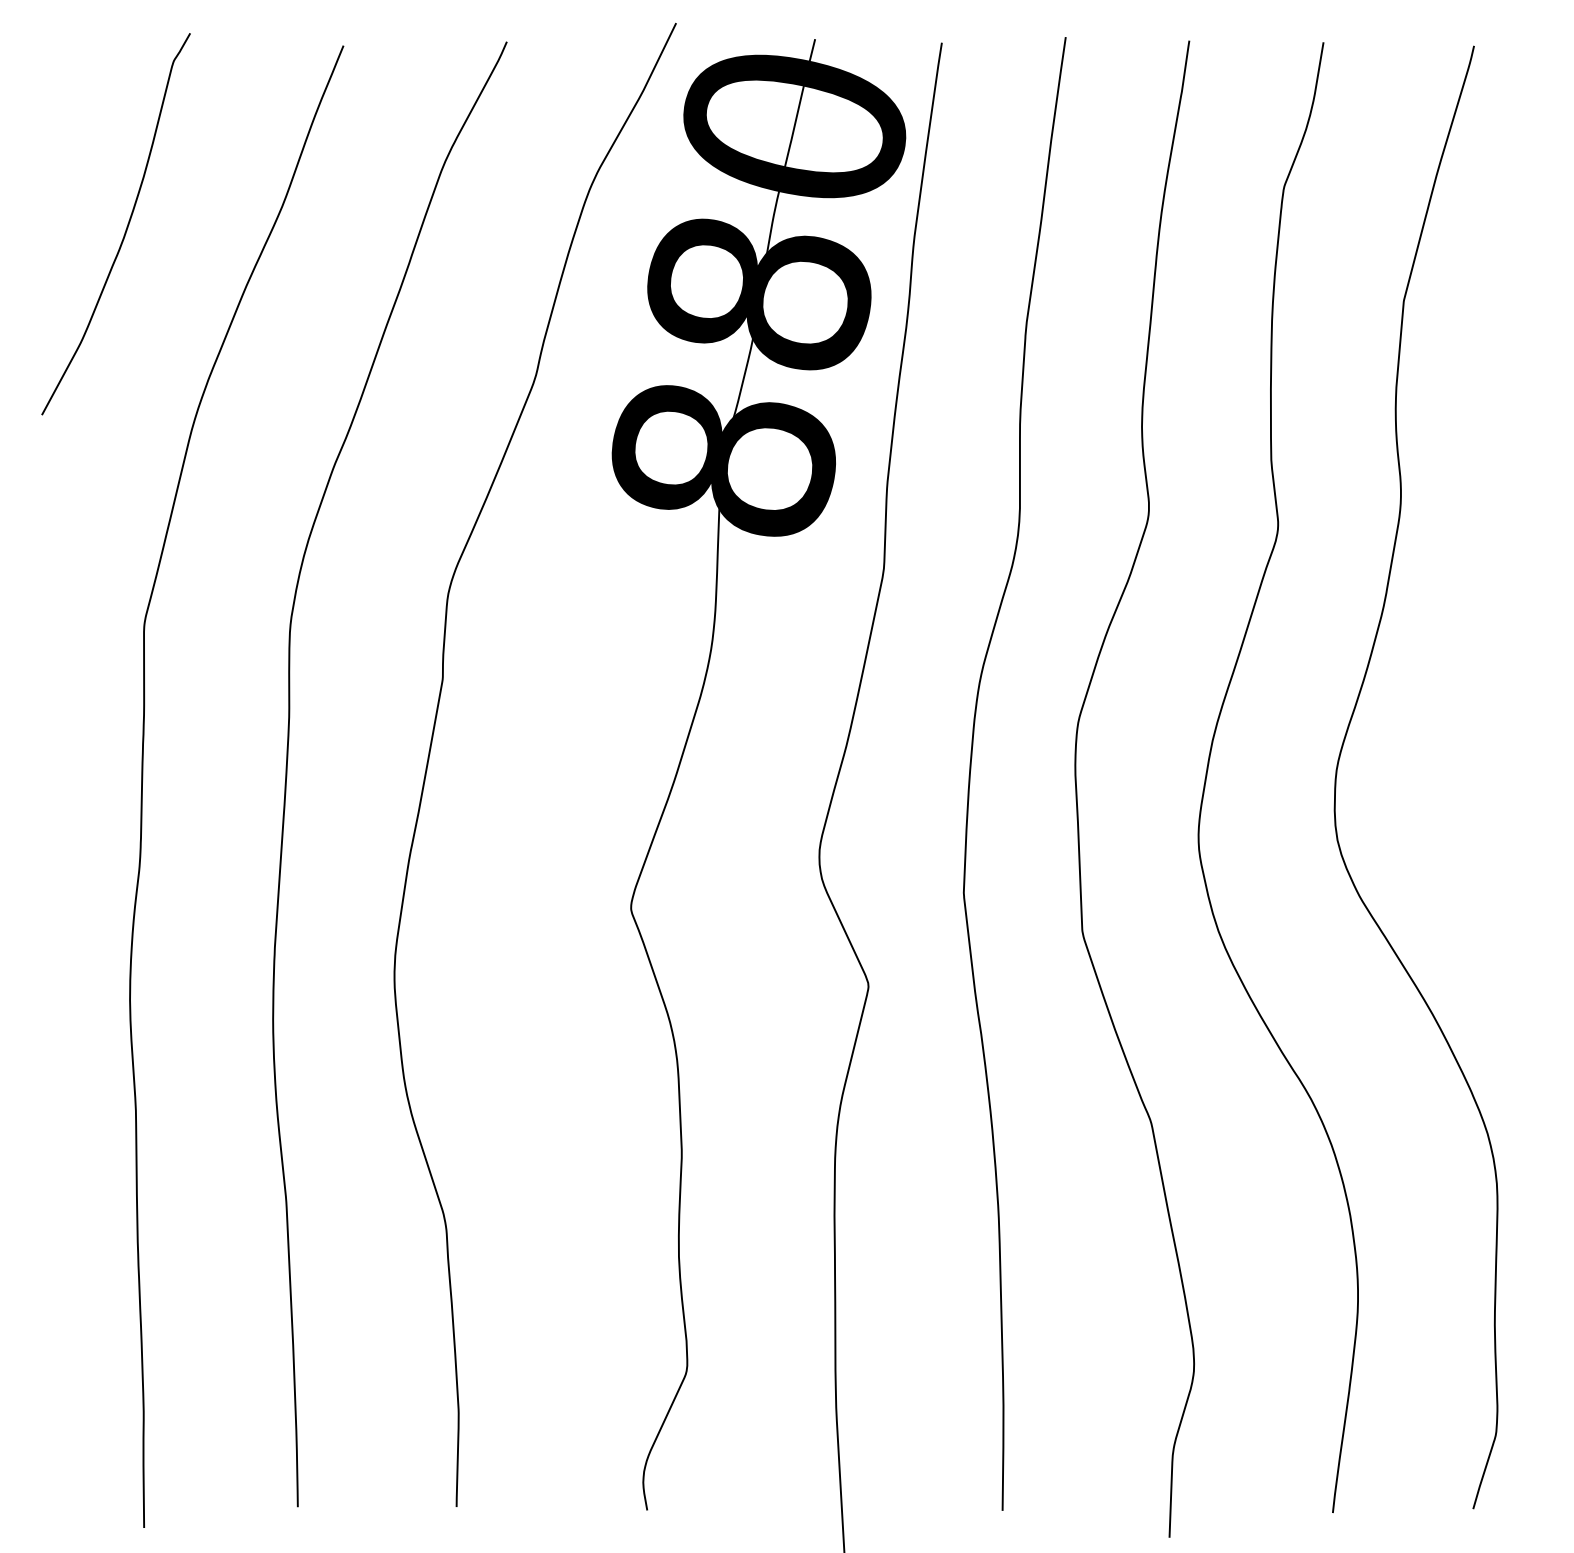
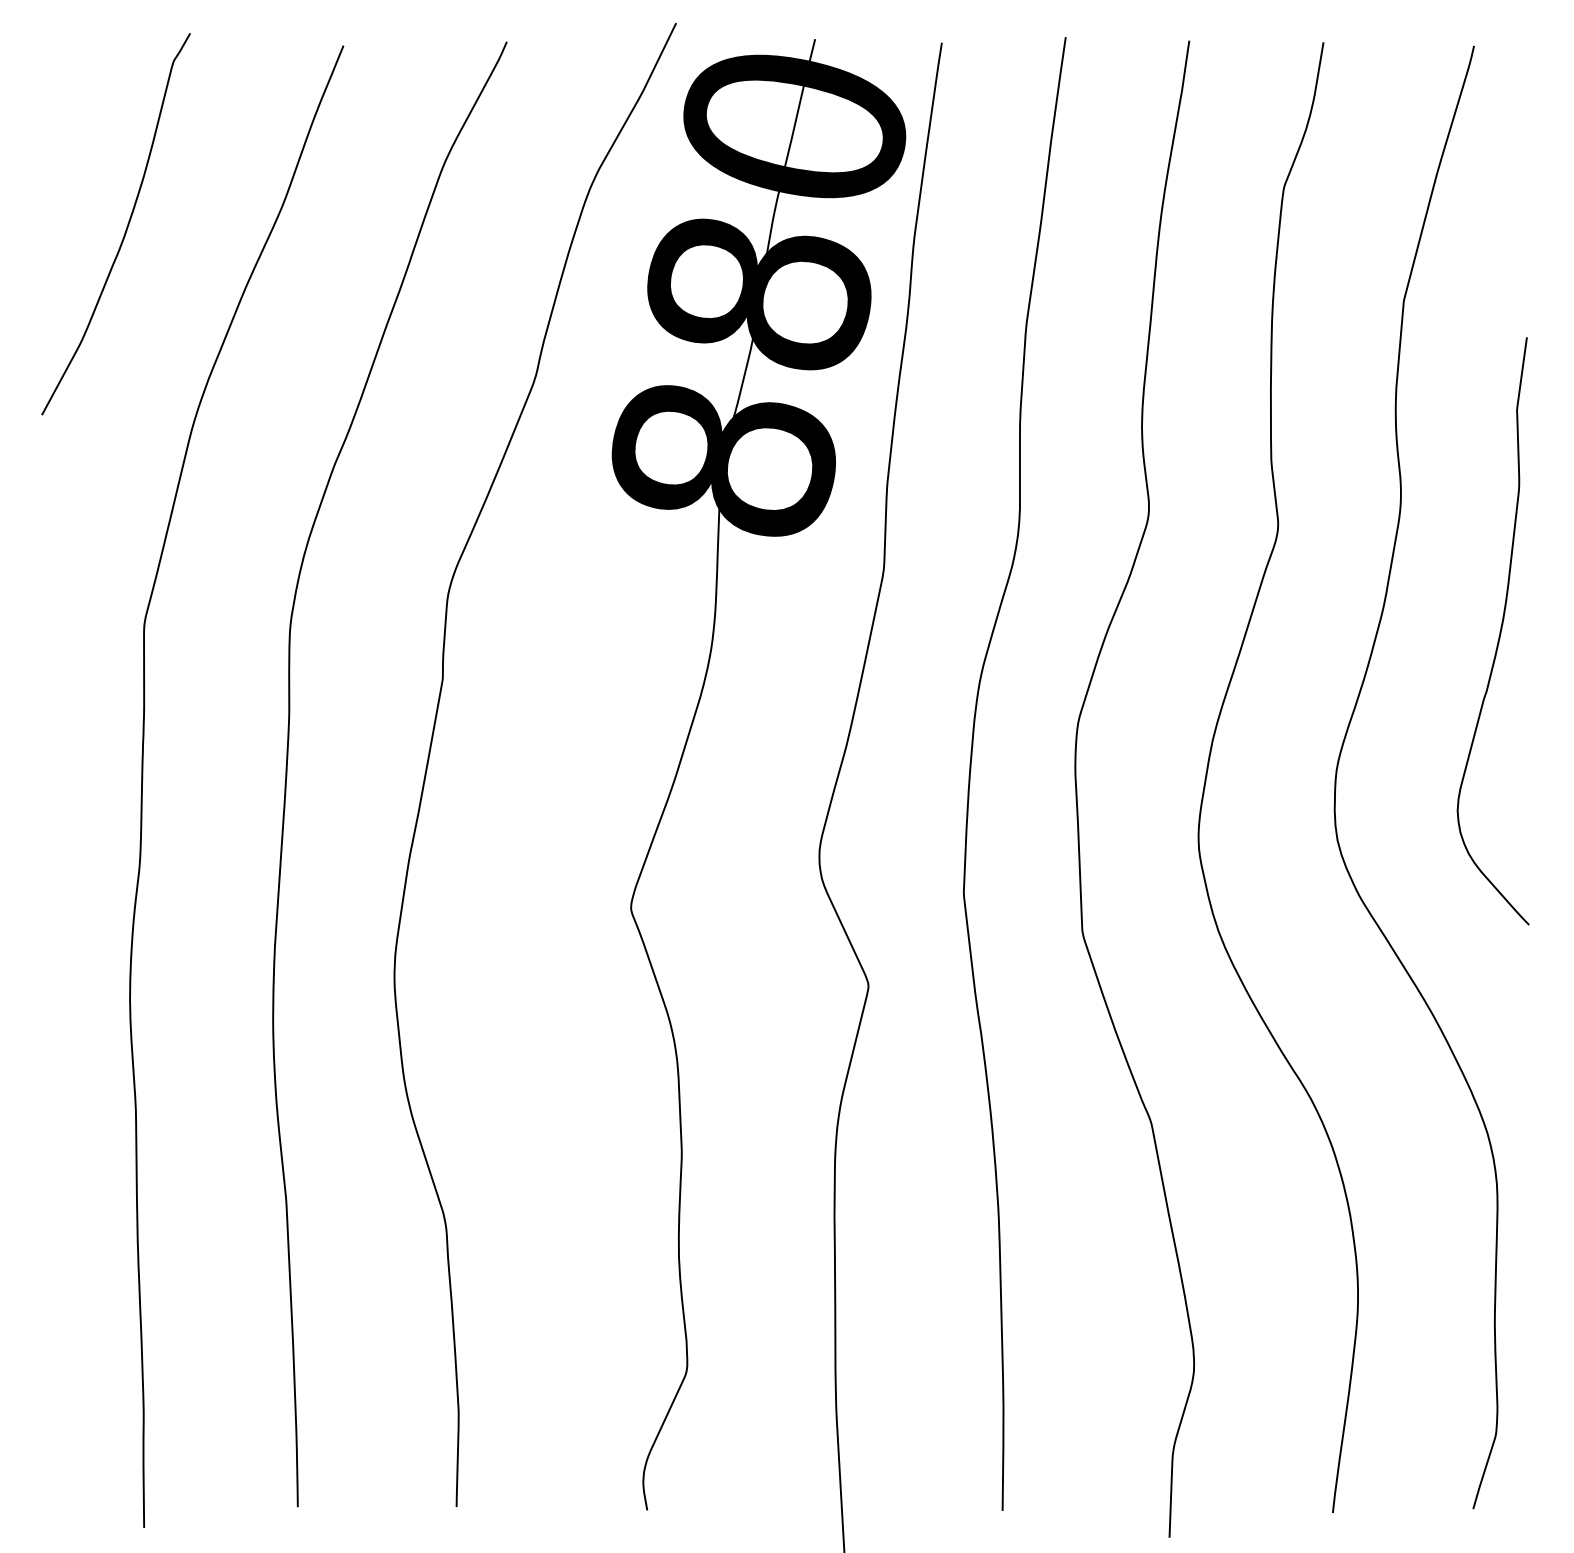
curve at (1499, 631): none -> present
